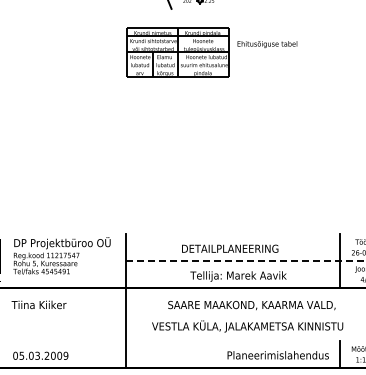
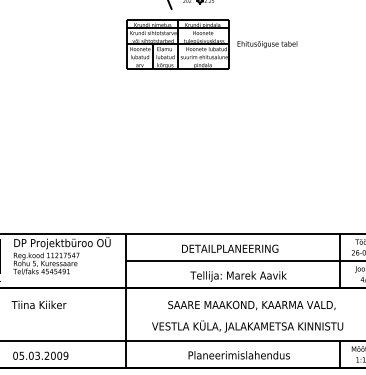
part at (177, 52) position: (177, 52) -> (177, 44)
line at (182, 234): none -> present
line at (245, 260): dashed -> solid
line at (182, 341): none -> present
text at (277, 355) position: (277, 355) -> (238, 355)
